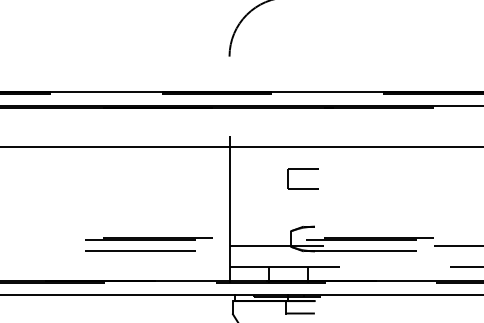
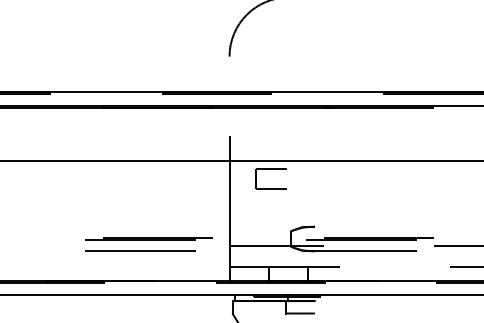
line at (241, 147) position: (241, 147) -> (241, 161)
part at (302, 169) position: (302, 169) -> (270, 169)
